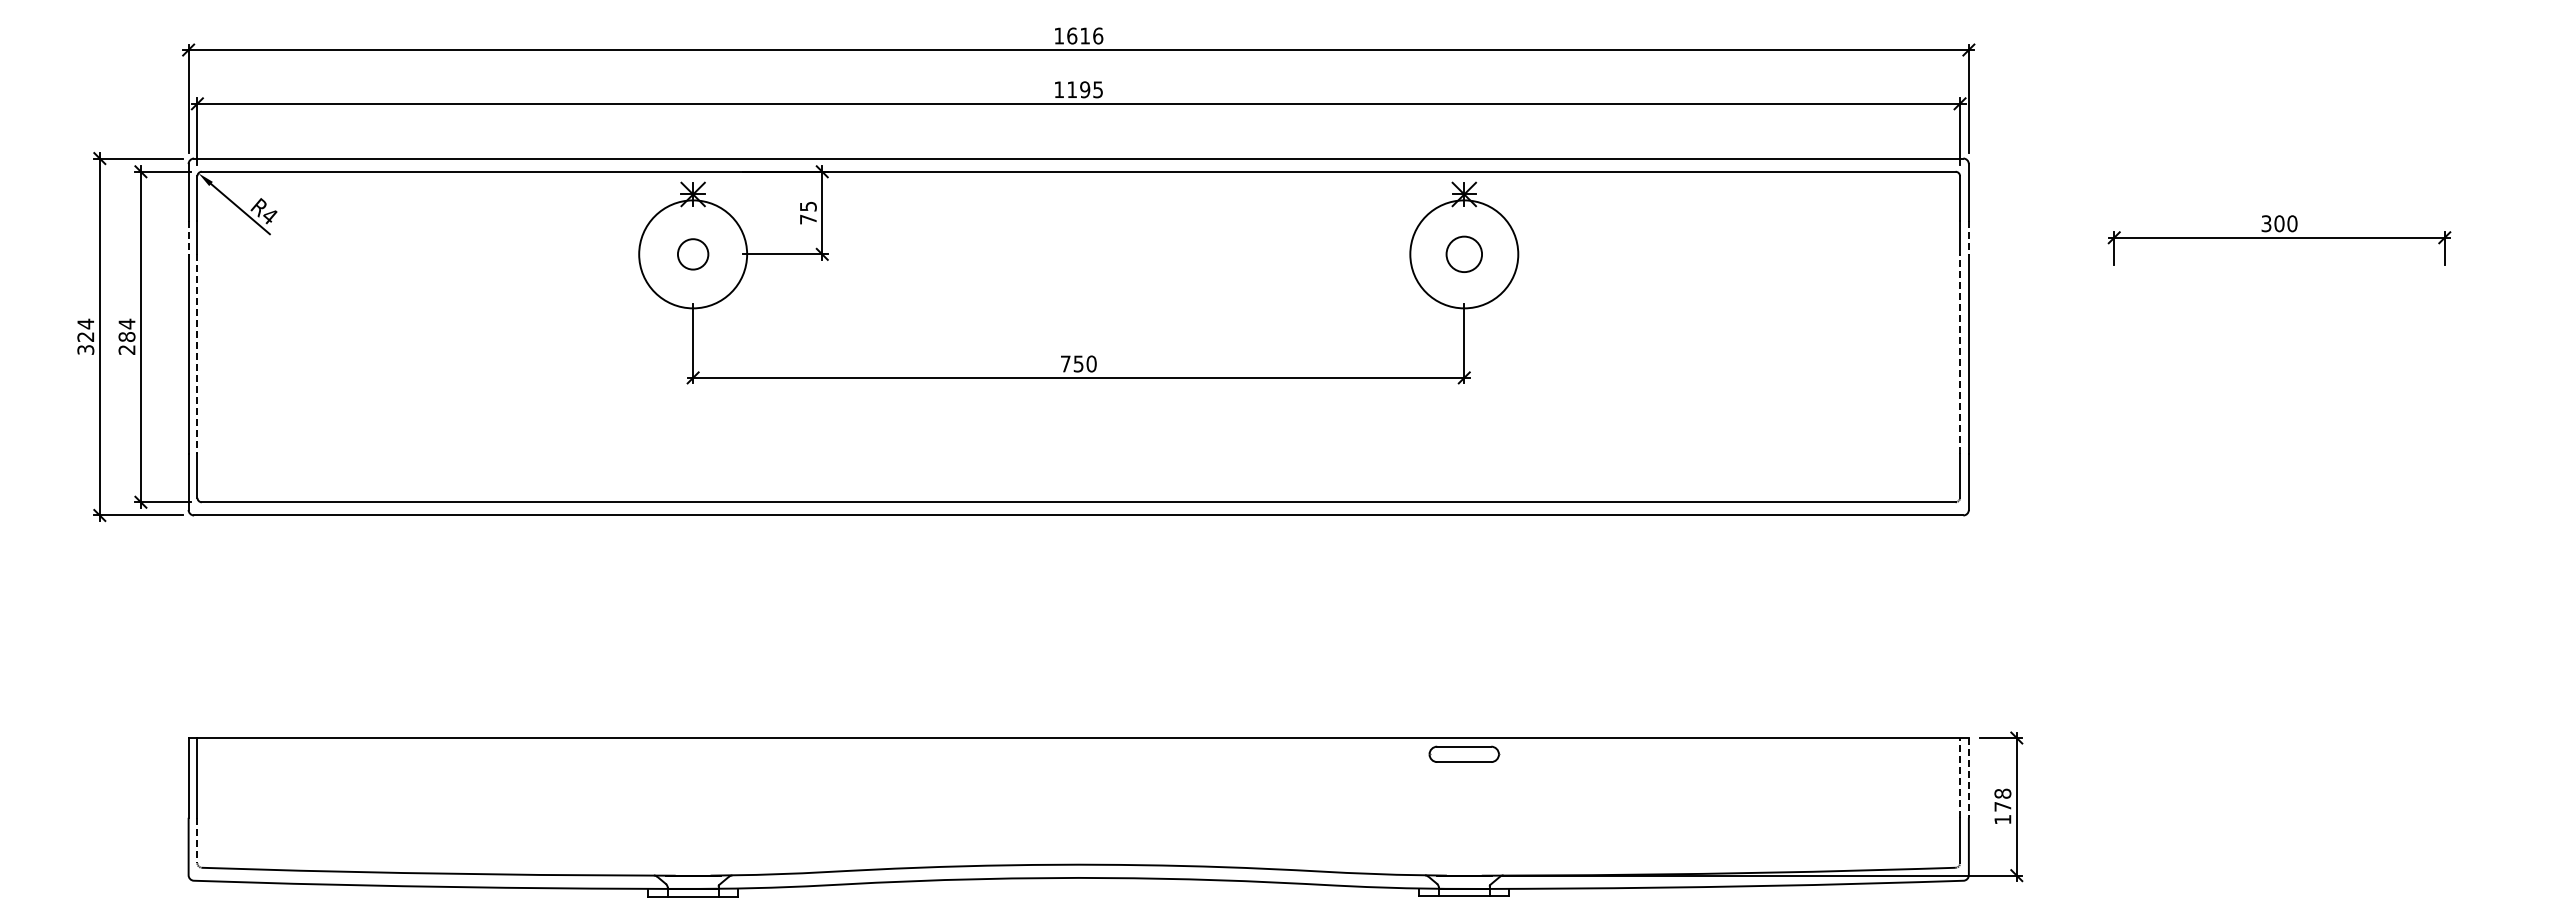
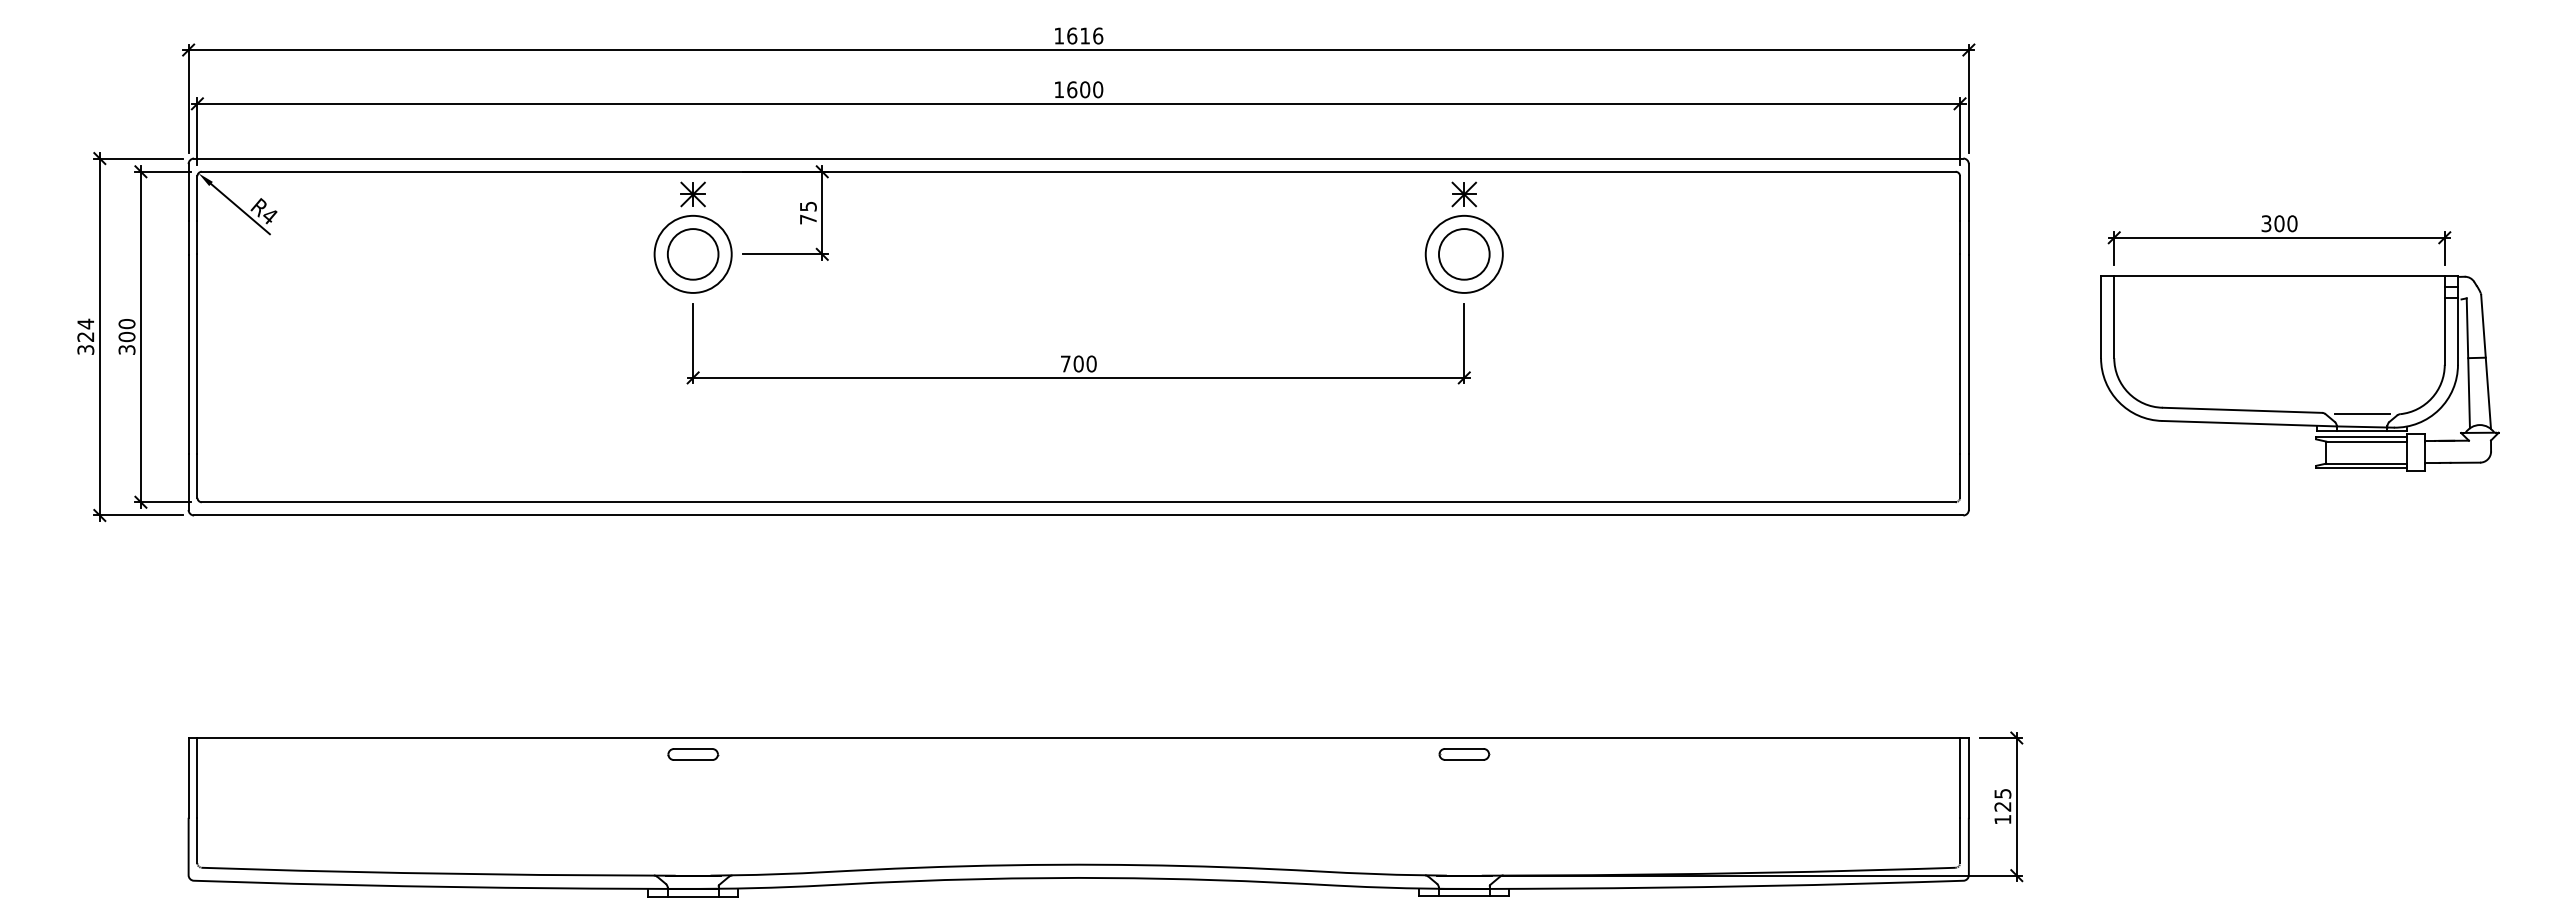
text at (1085, 89): 1195 -> 1600
line at (188, 237): dashed -> solid
line at (1968, 237): dashed -> solid
circle at (692, 254) diameter: 30 px -> 51 px
circle at (693, 254) diameter: 108 px -> 77 px
circle at (1464, 254) diameter: 108 px -> 77 px
circle at (1464, 254) diameter: 35 px -> 51 px
text at (126, 336): 284 -> 300
line at (197, 354): dashed -> solid
line at (1960, 354): dashed -> solid
text at (1078, 363): 750 -> 700
part at (2299, 373): none -> present
part at (1464, 753) size: 73x18 px -> 53x13 px
part at (693, 754): none -> present
line at (1960, 777): dashed -> solid
line at (1968, 777): dashed -> solid
text at (2002, 799): 178 -> 125
line at (197, 840): dashed -> solid
